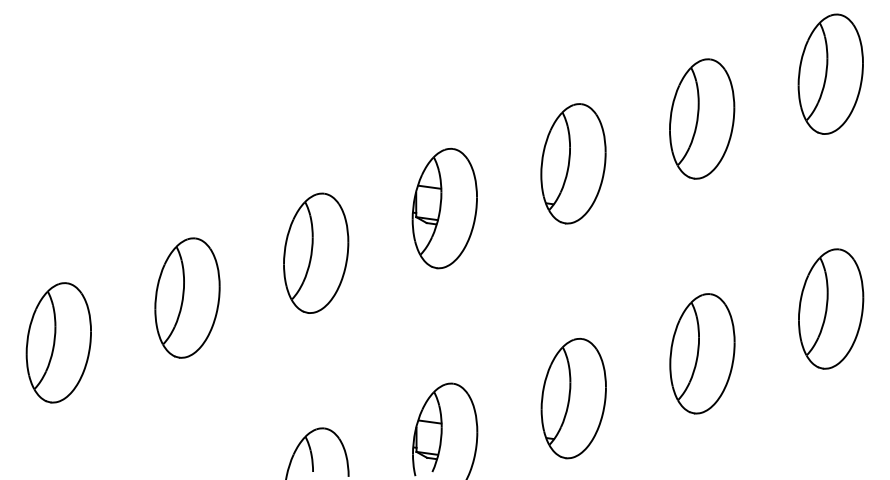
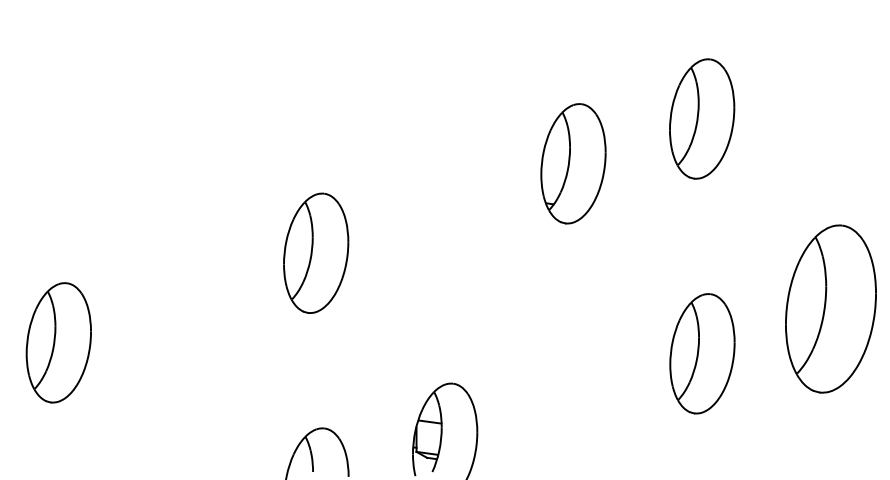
part at (830, 73): present -> none
part at (444, 208): present -> none
part at (187, 297): present -> none
part at (831, 308) size: 67x122 px -> 92x170 px
part at (573, 398): present -> none
